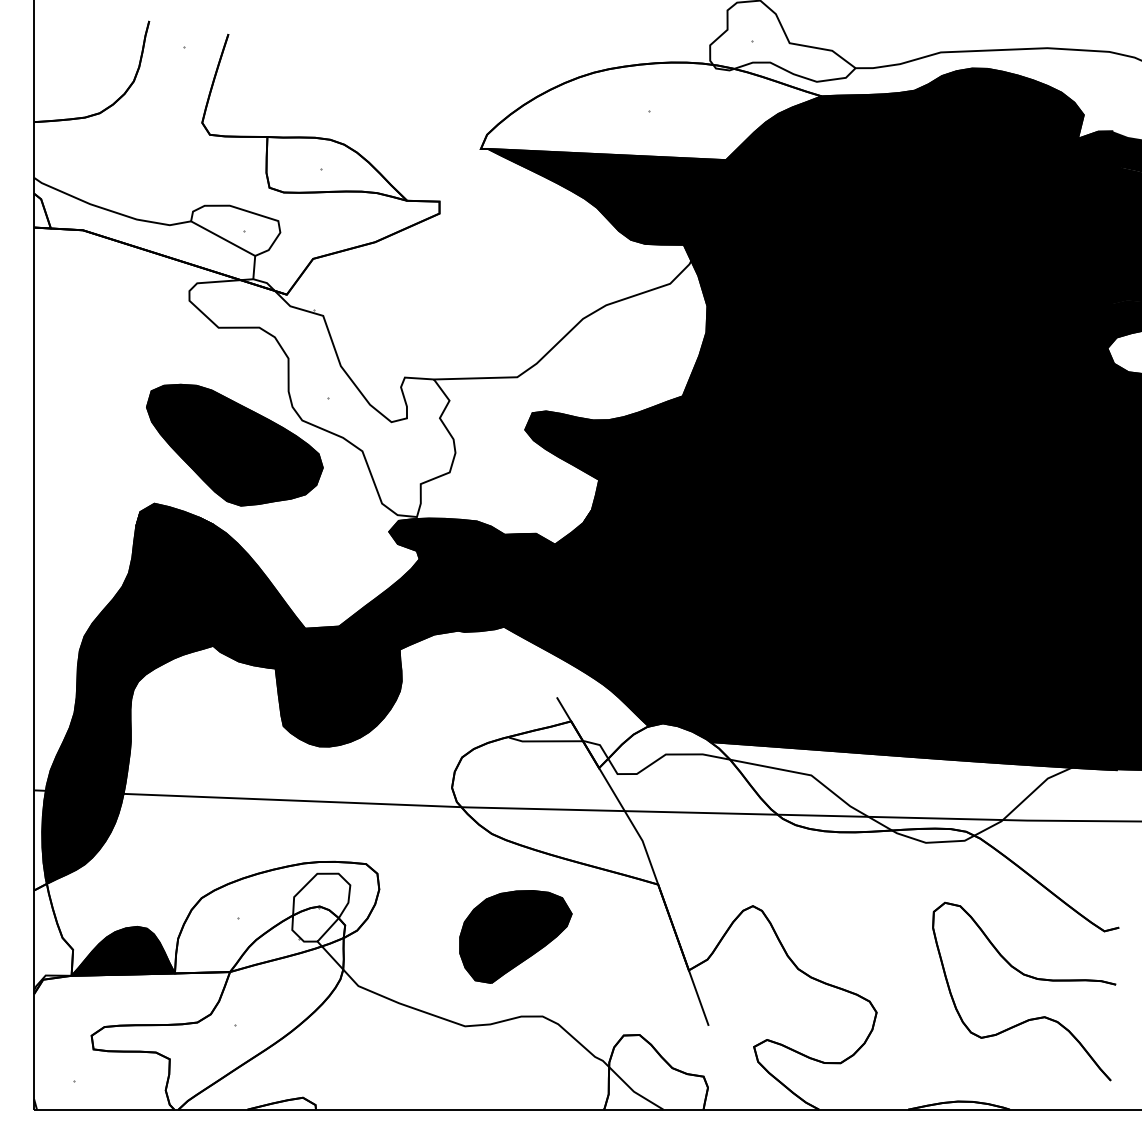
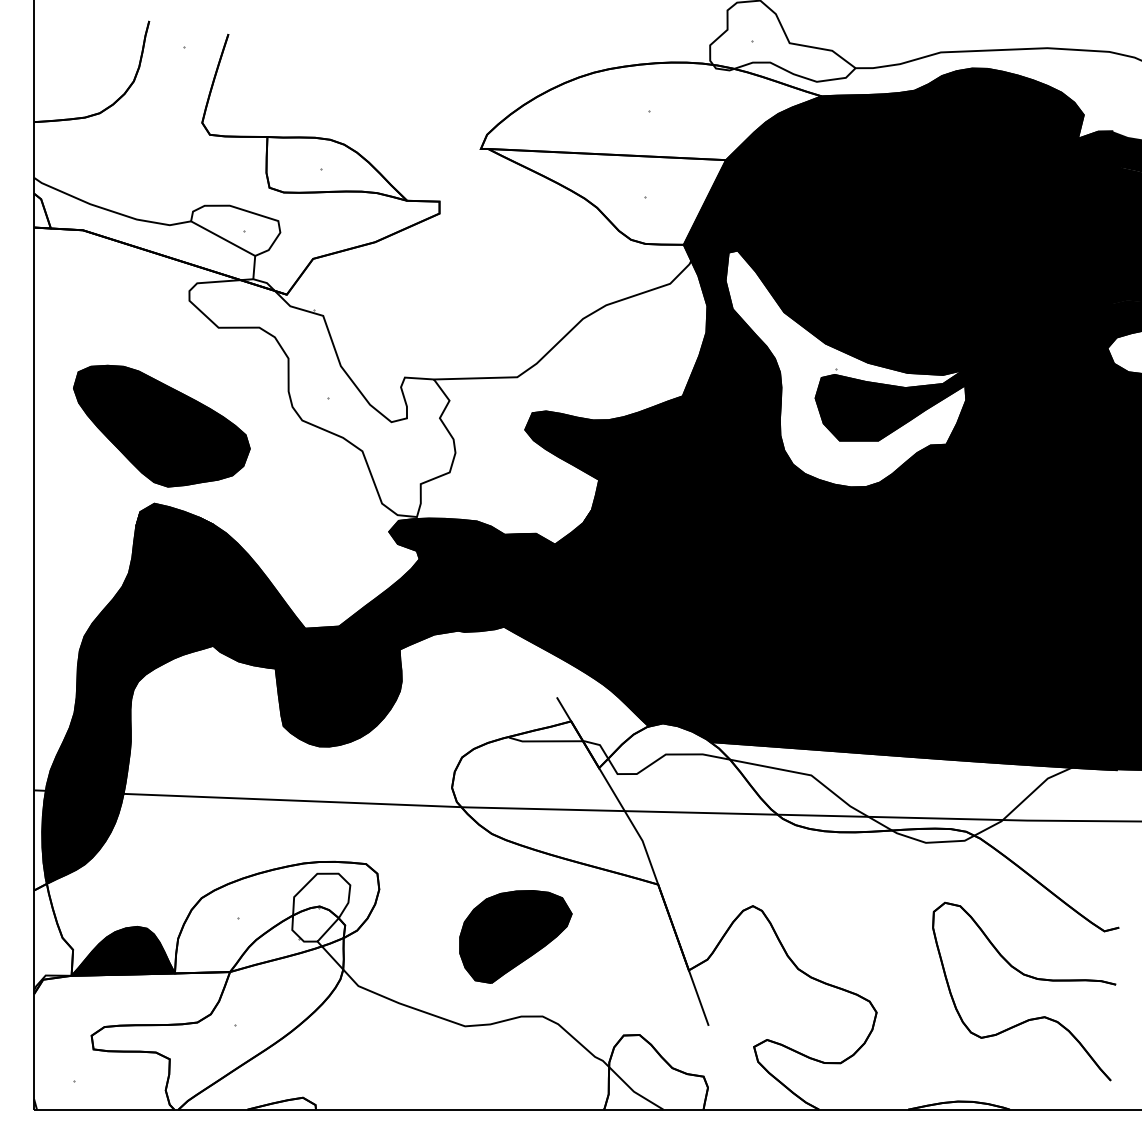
fill at (607, 196): present -> none
fill at (845, 368): present -> none
part at (234, 444) position: (234, 444) -> (161, 425)
